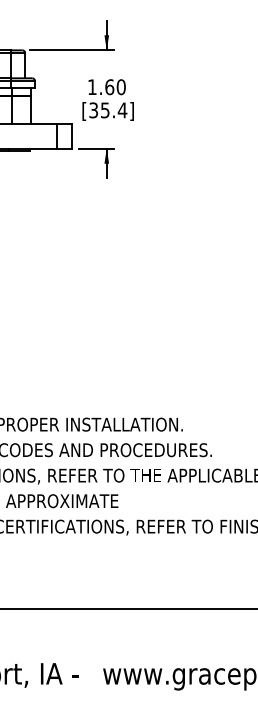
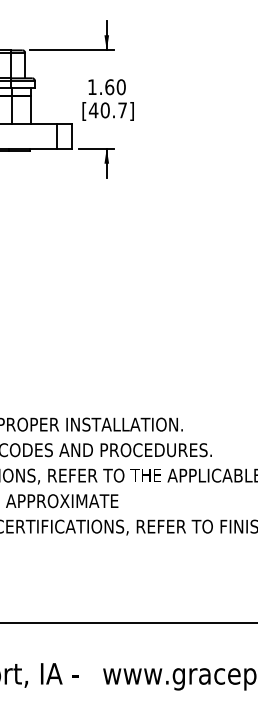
text at (107, 110): [35.4] -> [40.7]
line at (128, 609) position: (128, 609) -> (128, 623)
